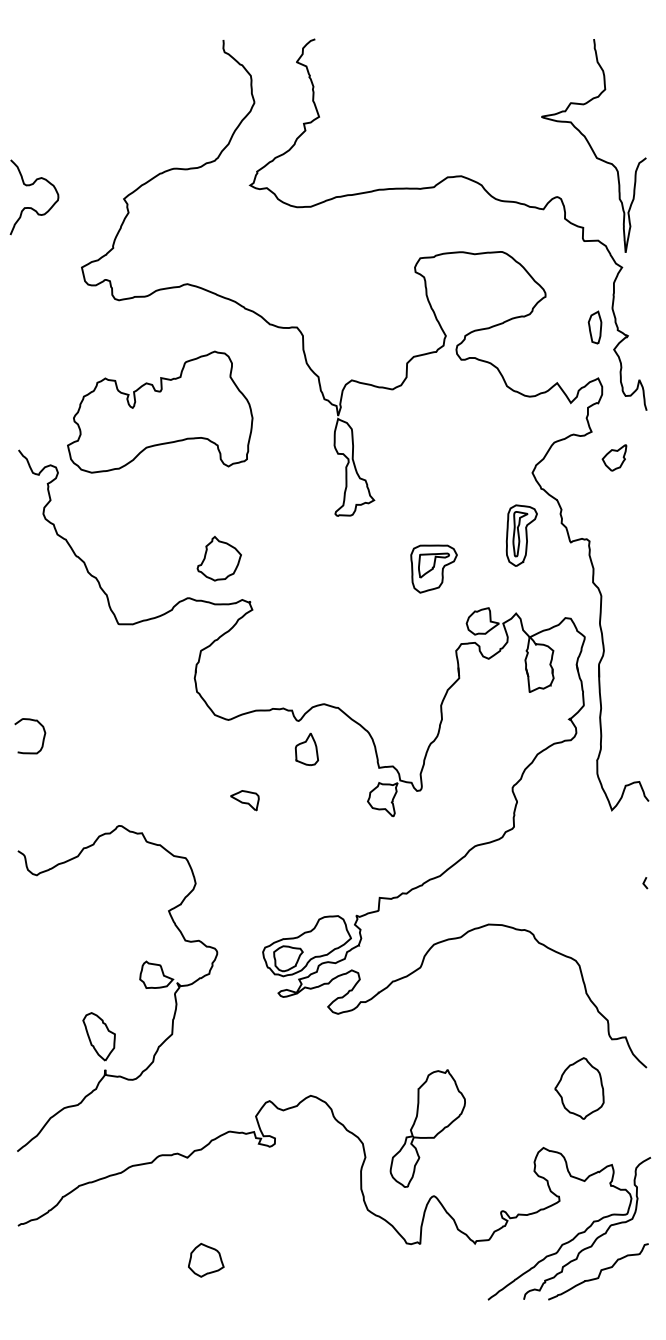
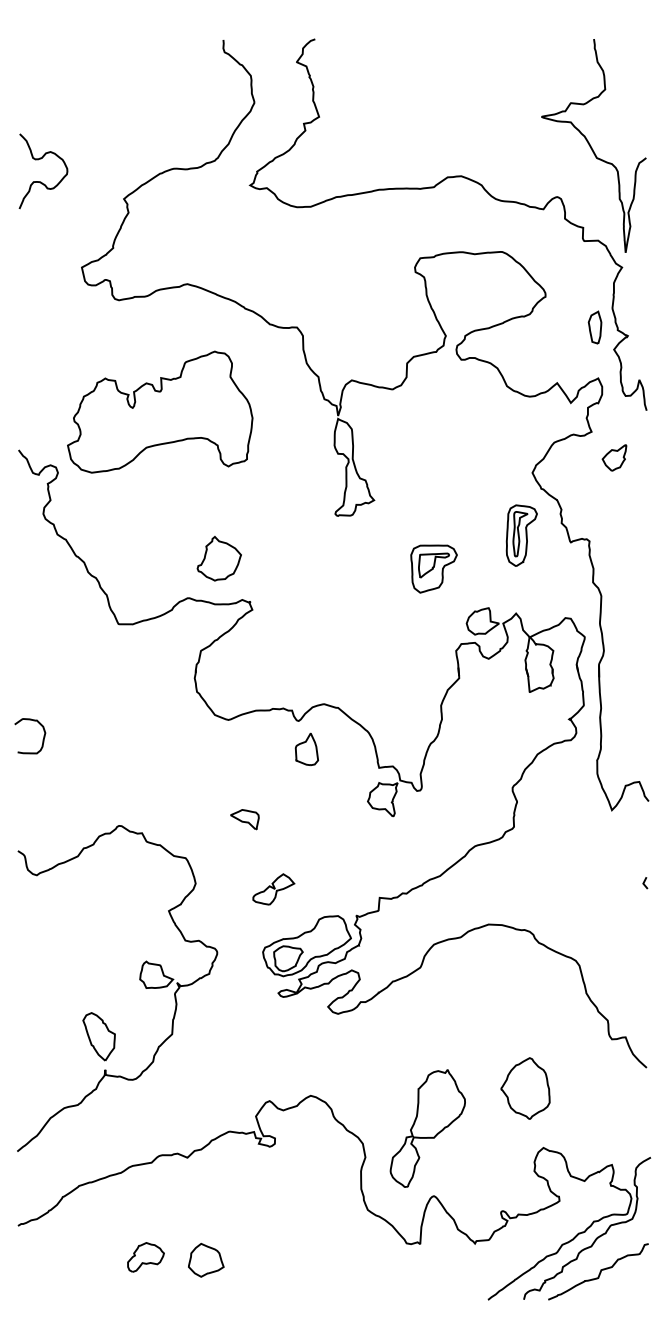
curve at (32, 207) position: (32, 207) -> (41, 181)
part at (244, 800) position: (244, 800) -> (244, 819)
part at (273, 889): none -> present
part at (579, 1088) position: (579, 1088) -> (525, 1088)
part at (145, 1257): none -> present
